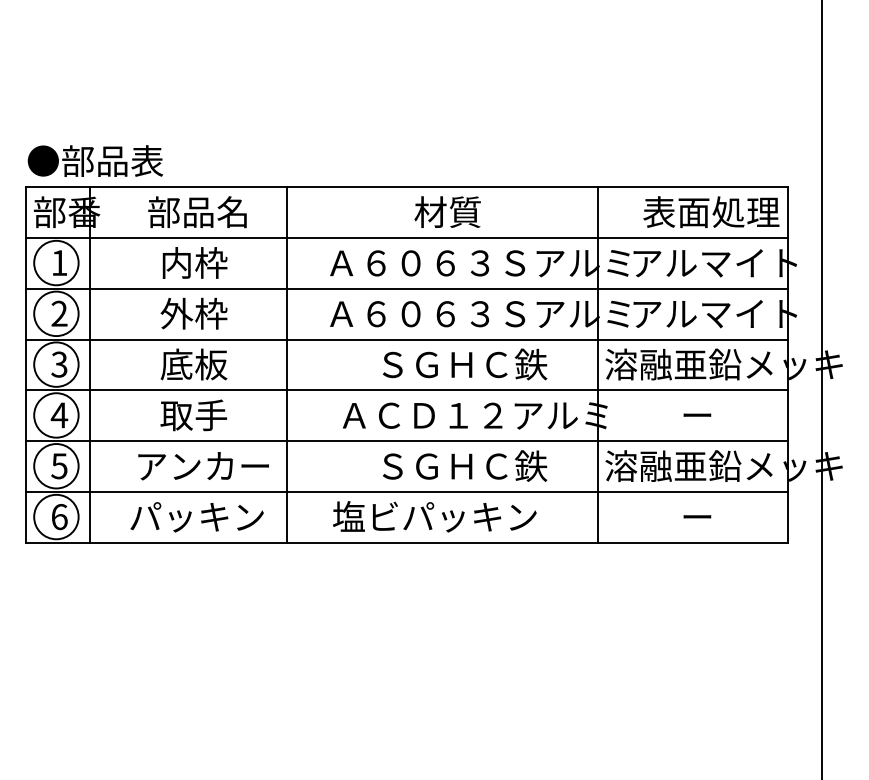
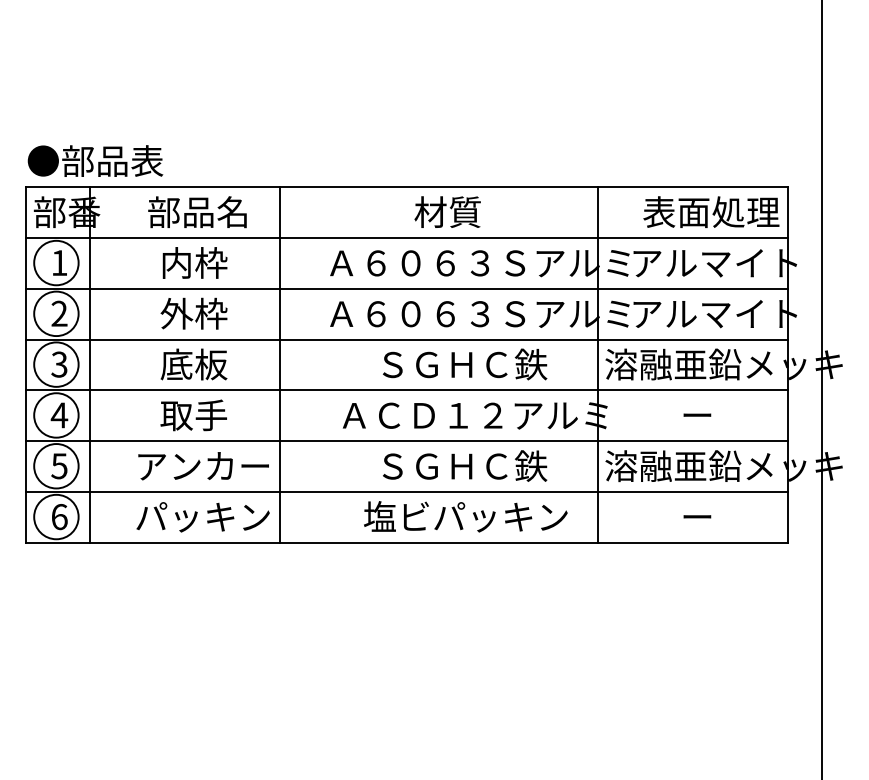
line at (287, 364) position: (287, 364) -> (280, 364)
text at (434, 516) position: (434, 516) -> (465, 516)
text at (196, 517) position: (196, 517) -> (202, 517)
